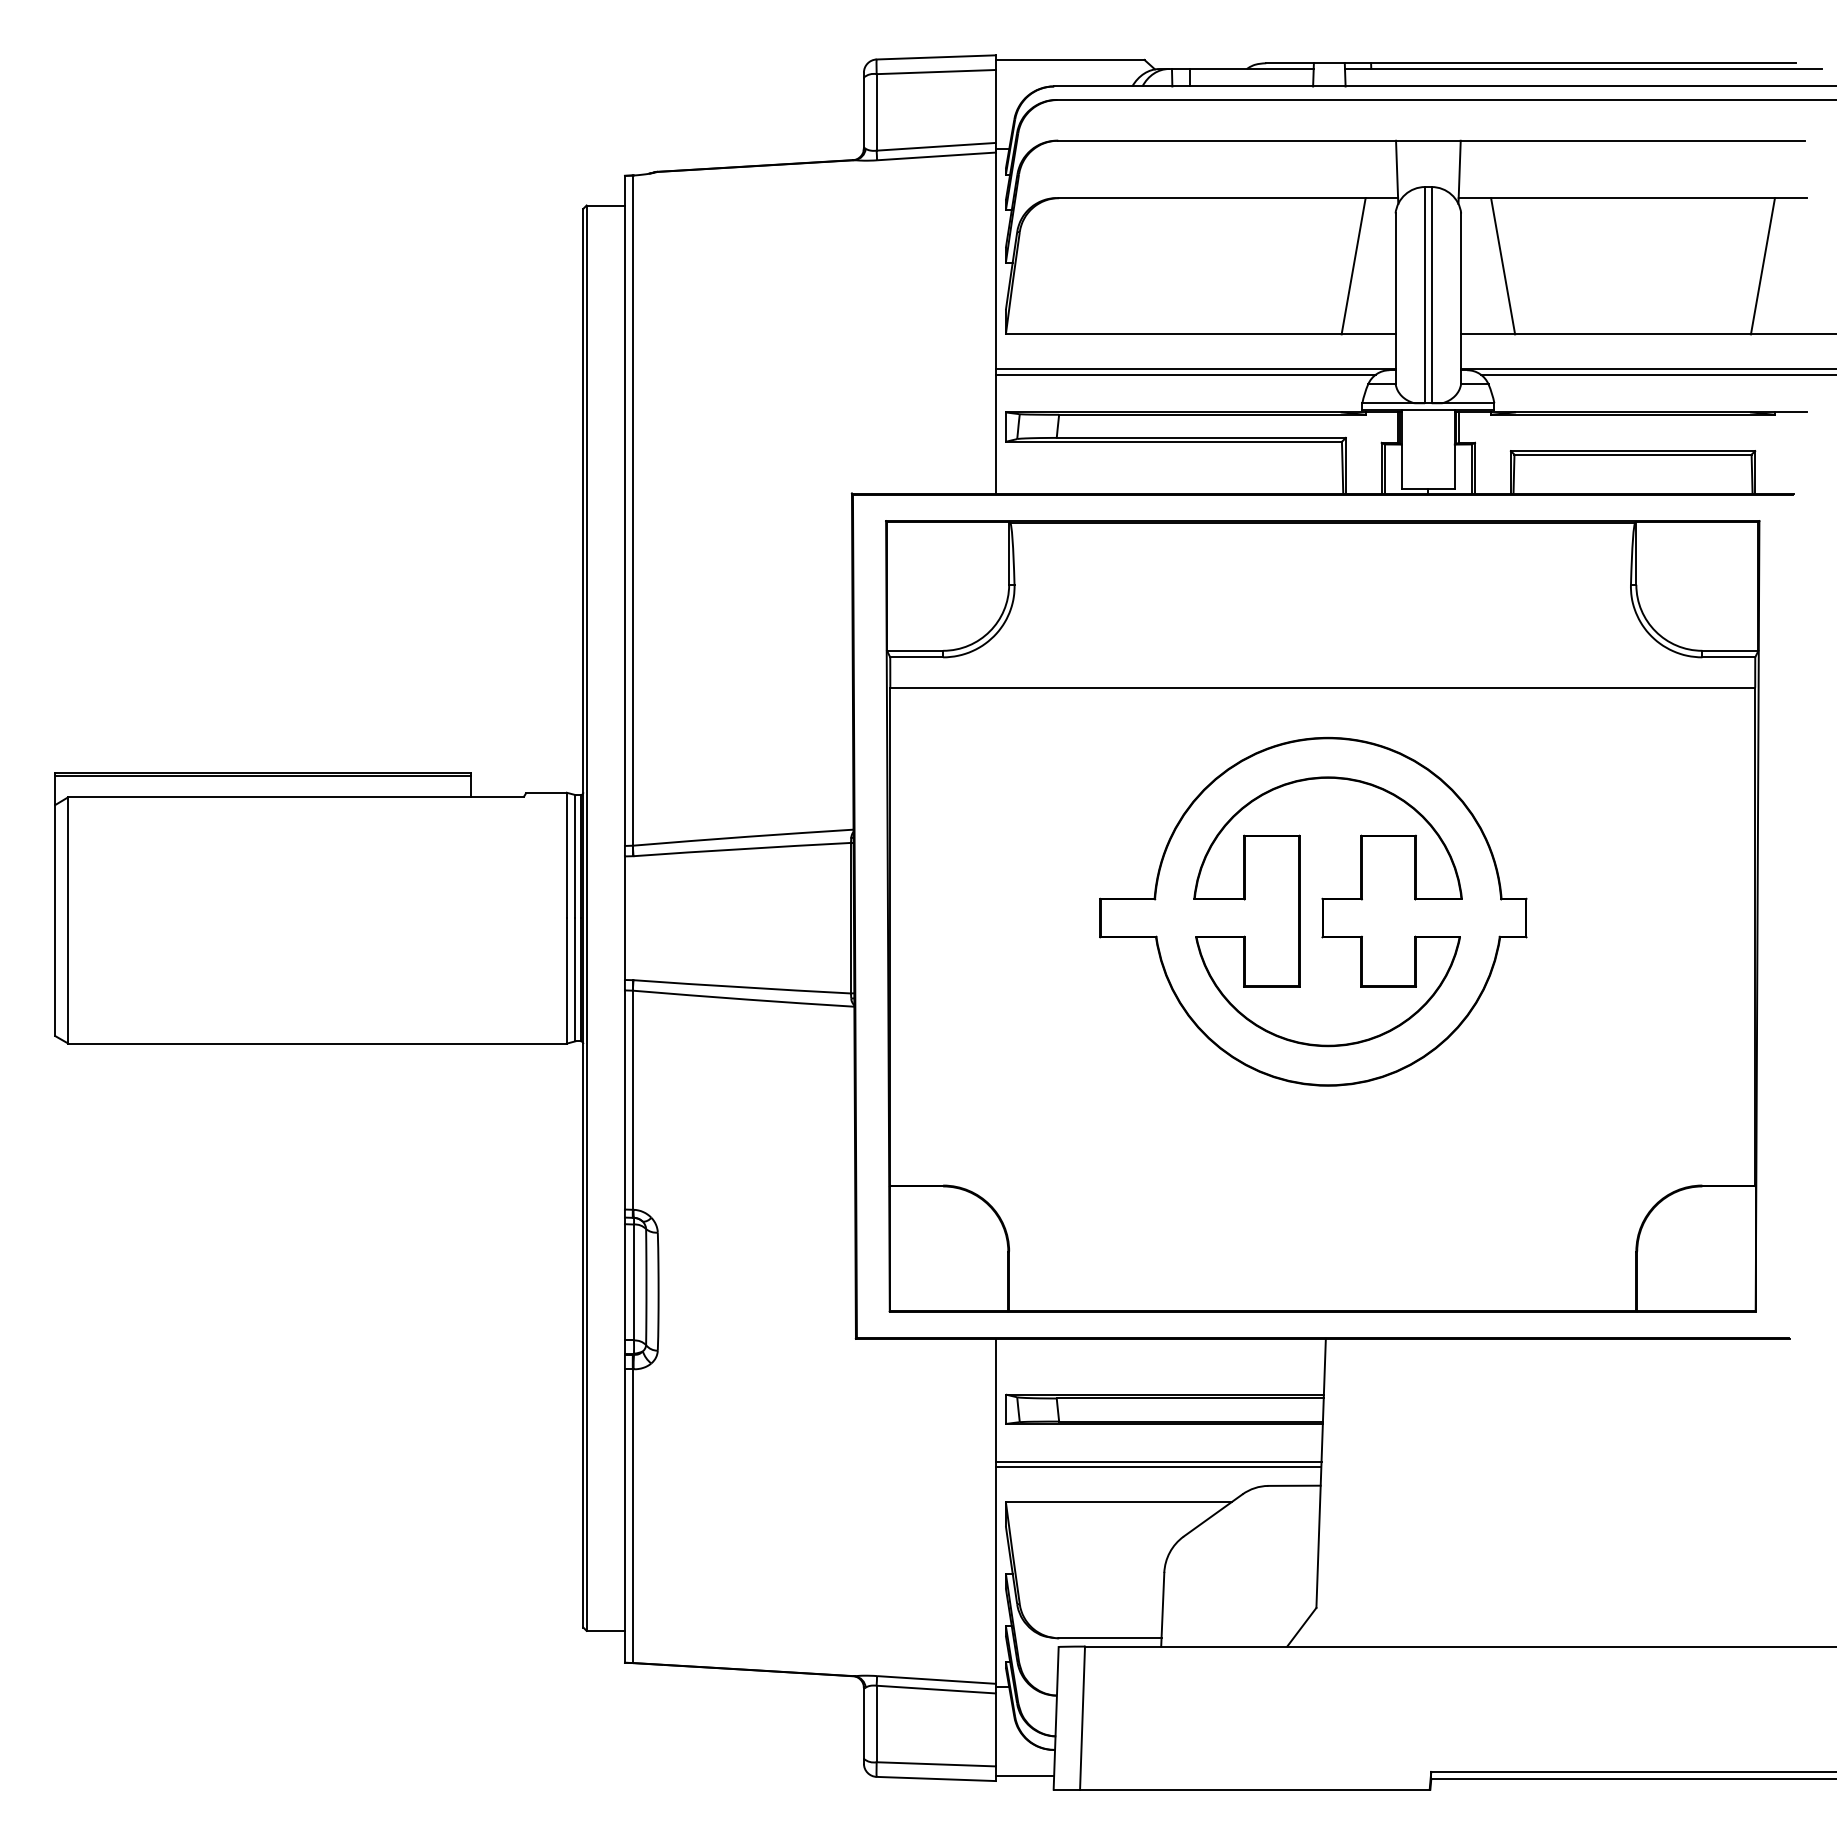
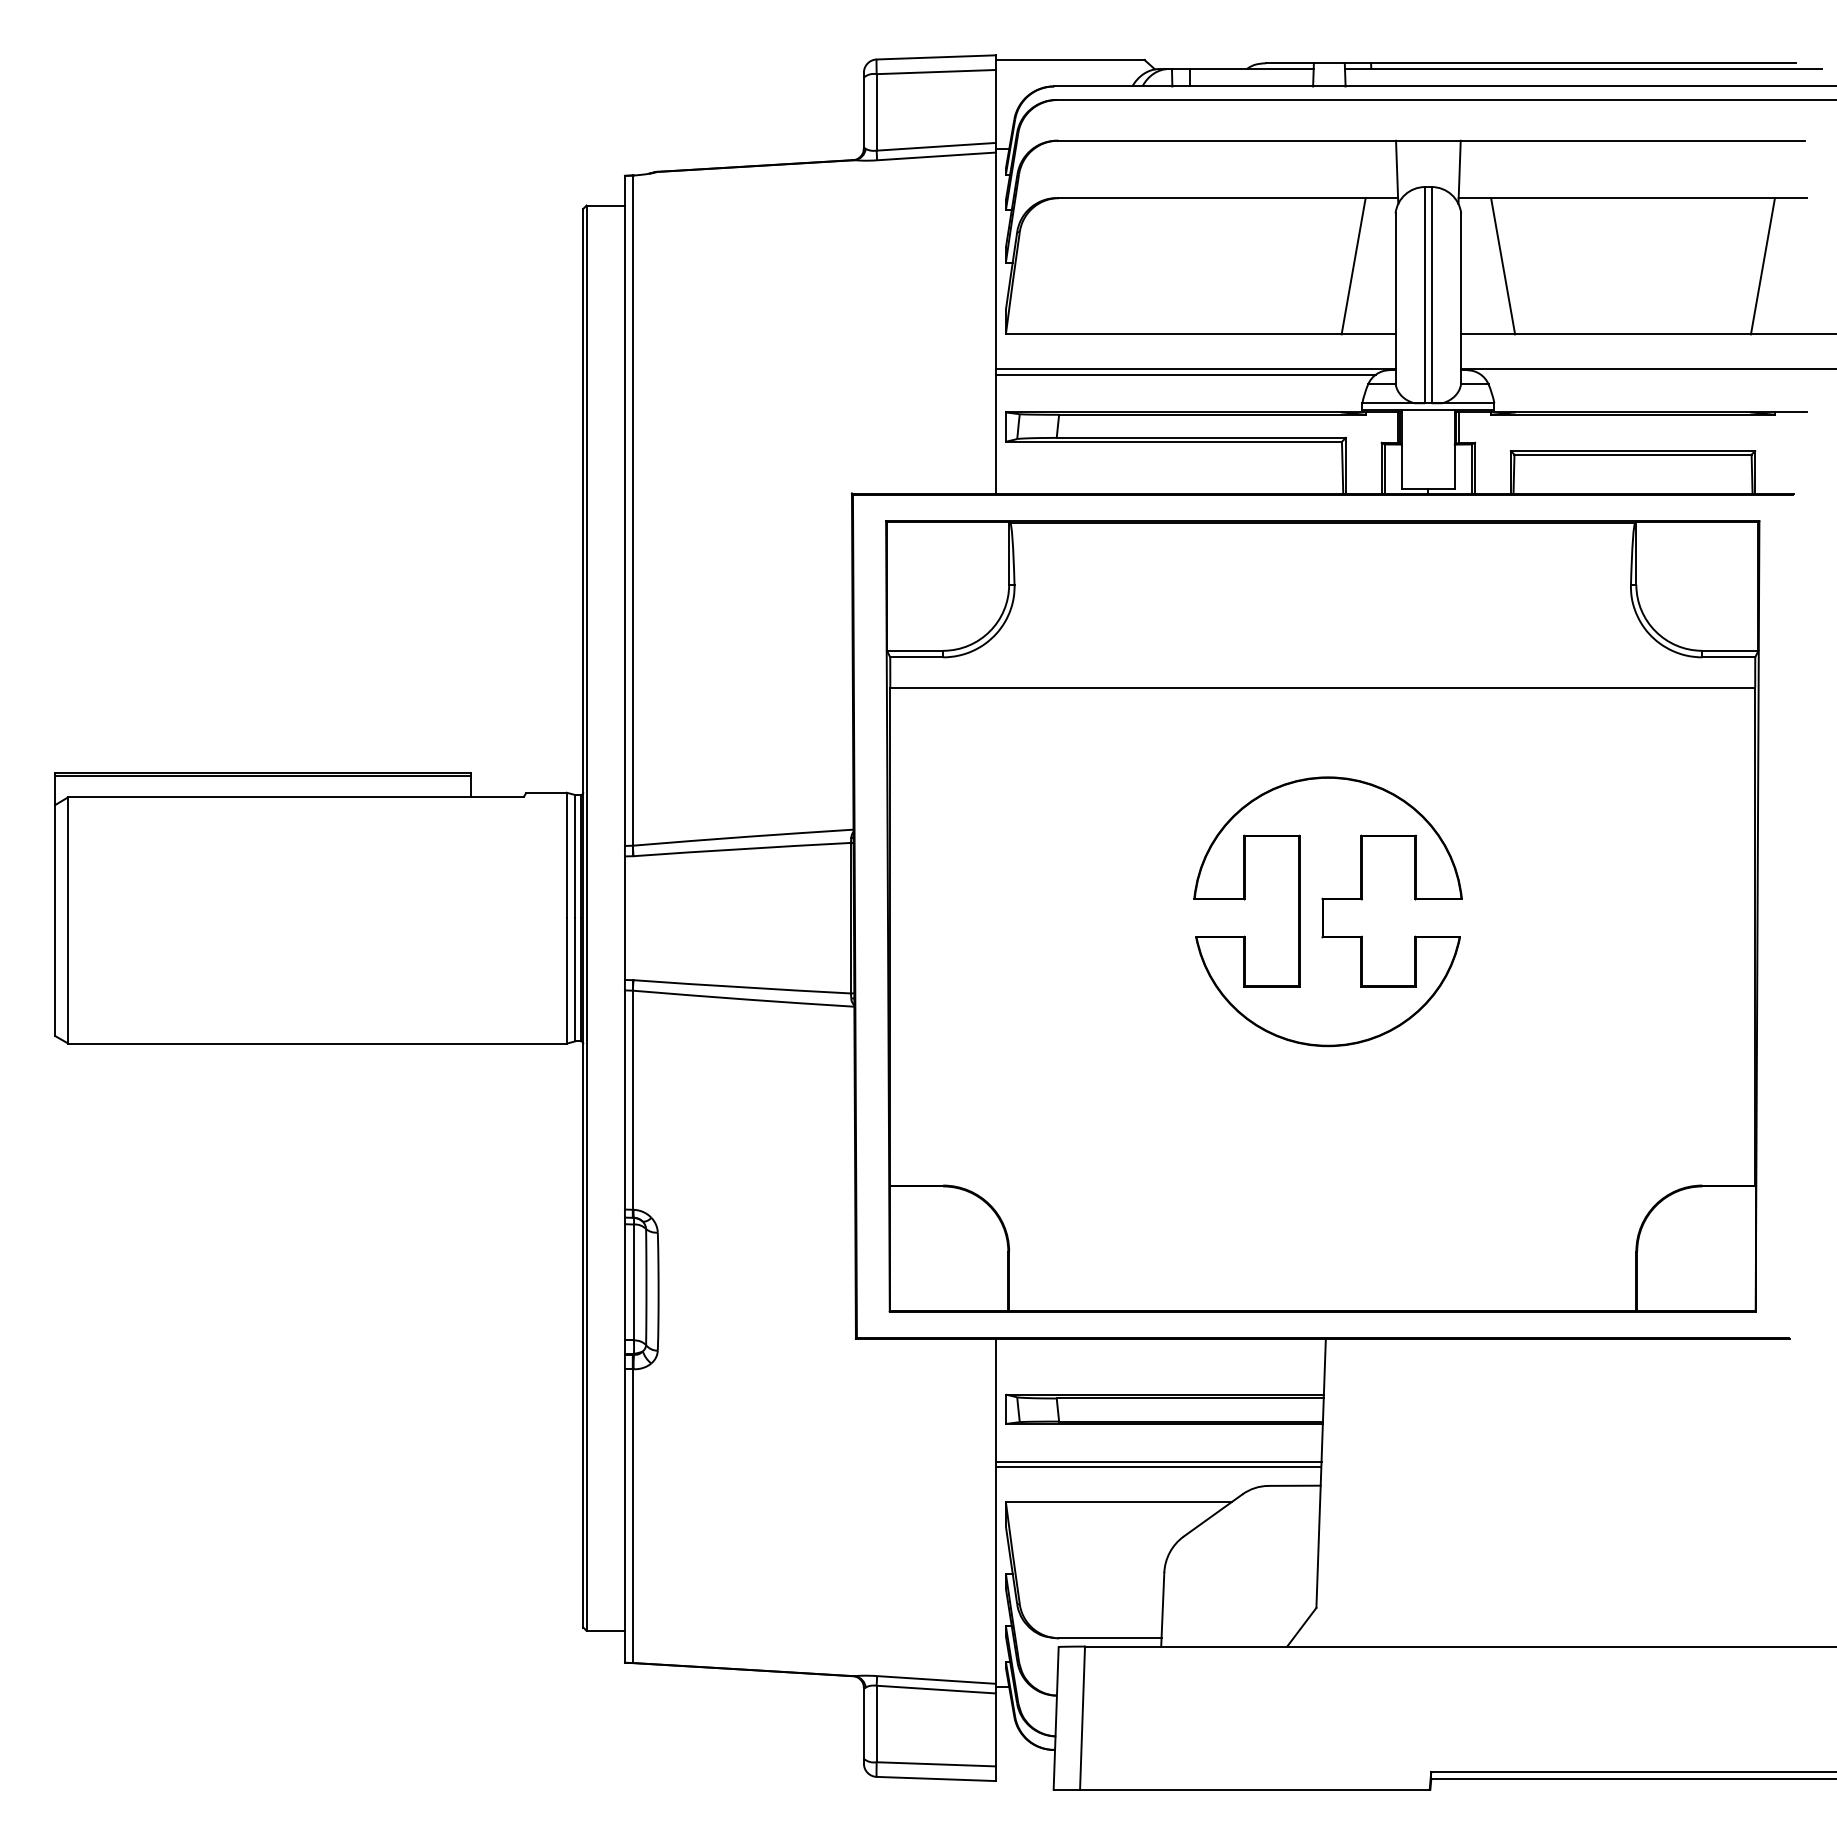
line at (1657, 374): present -> none
part at (1313, 911): present -> none
line at (1024, 1776): present -> none
